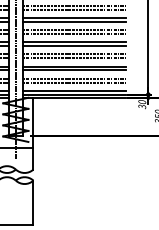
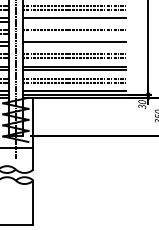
line at (74, 21): present -> none
line at (74, 34): present -> none
line at (74, 45): present -> none
